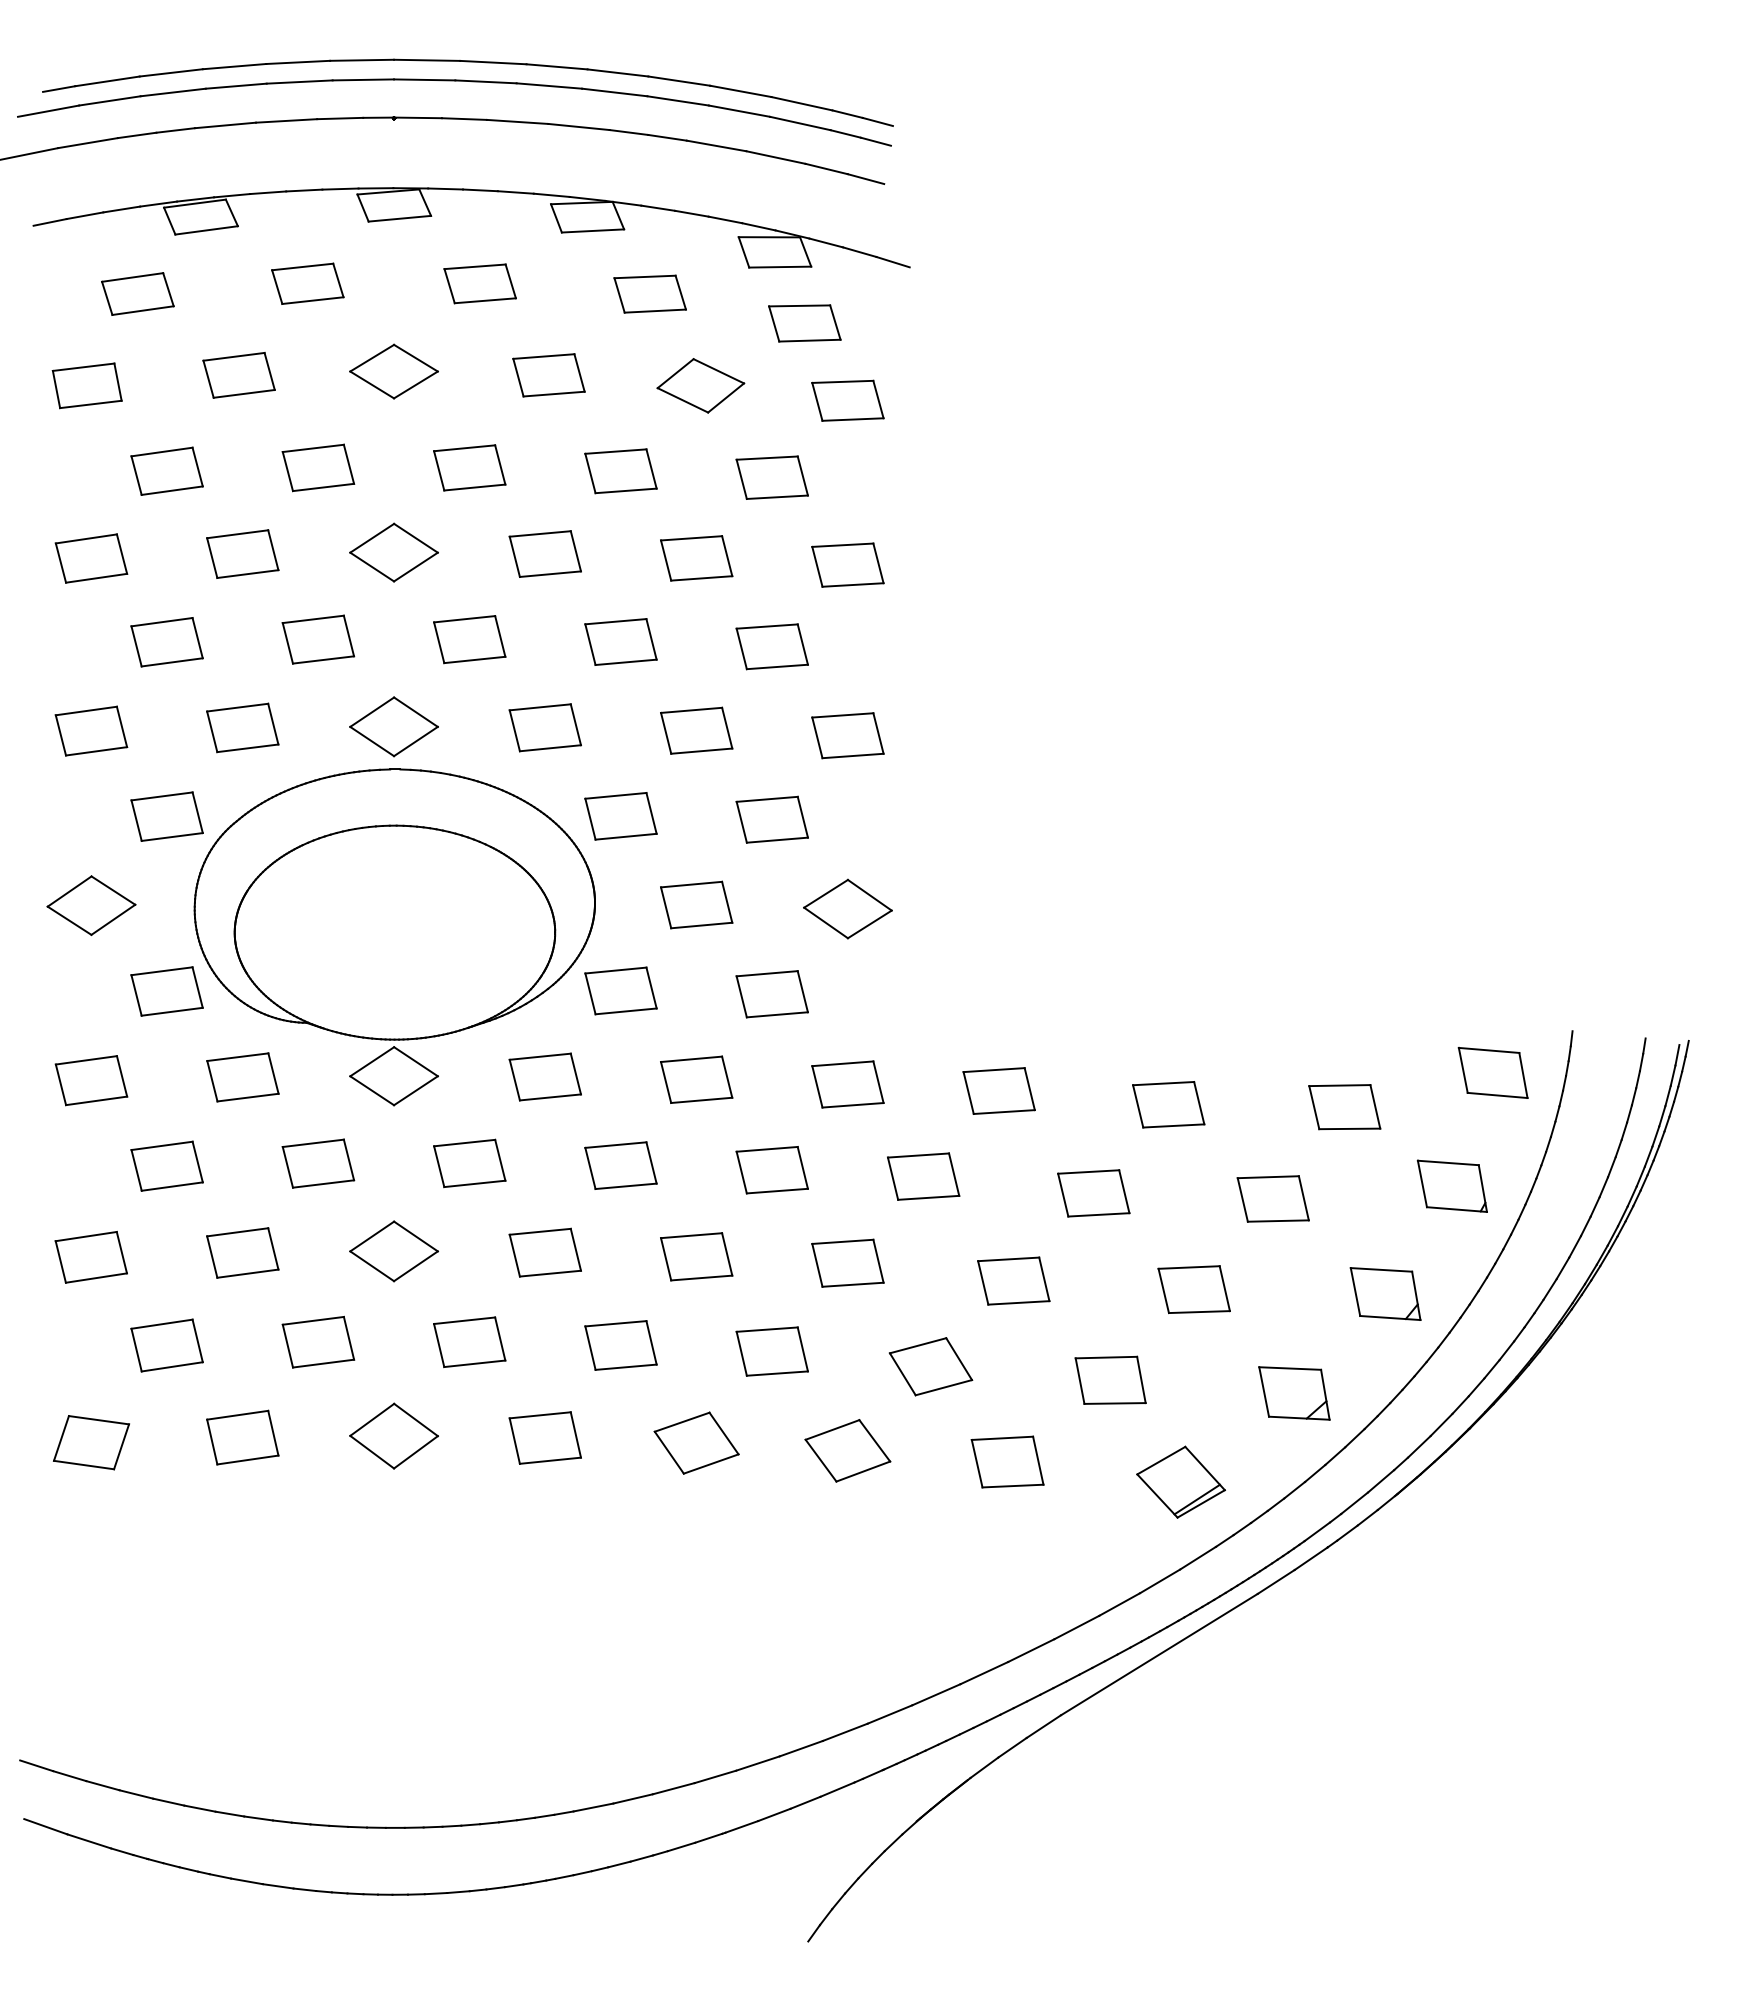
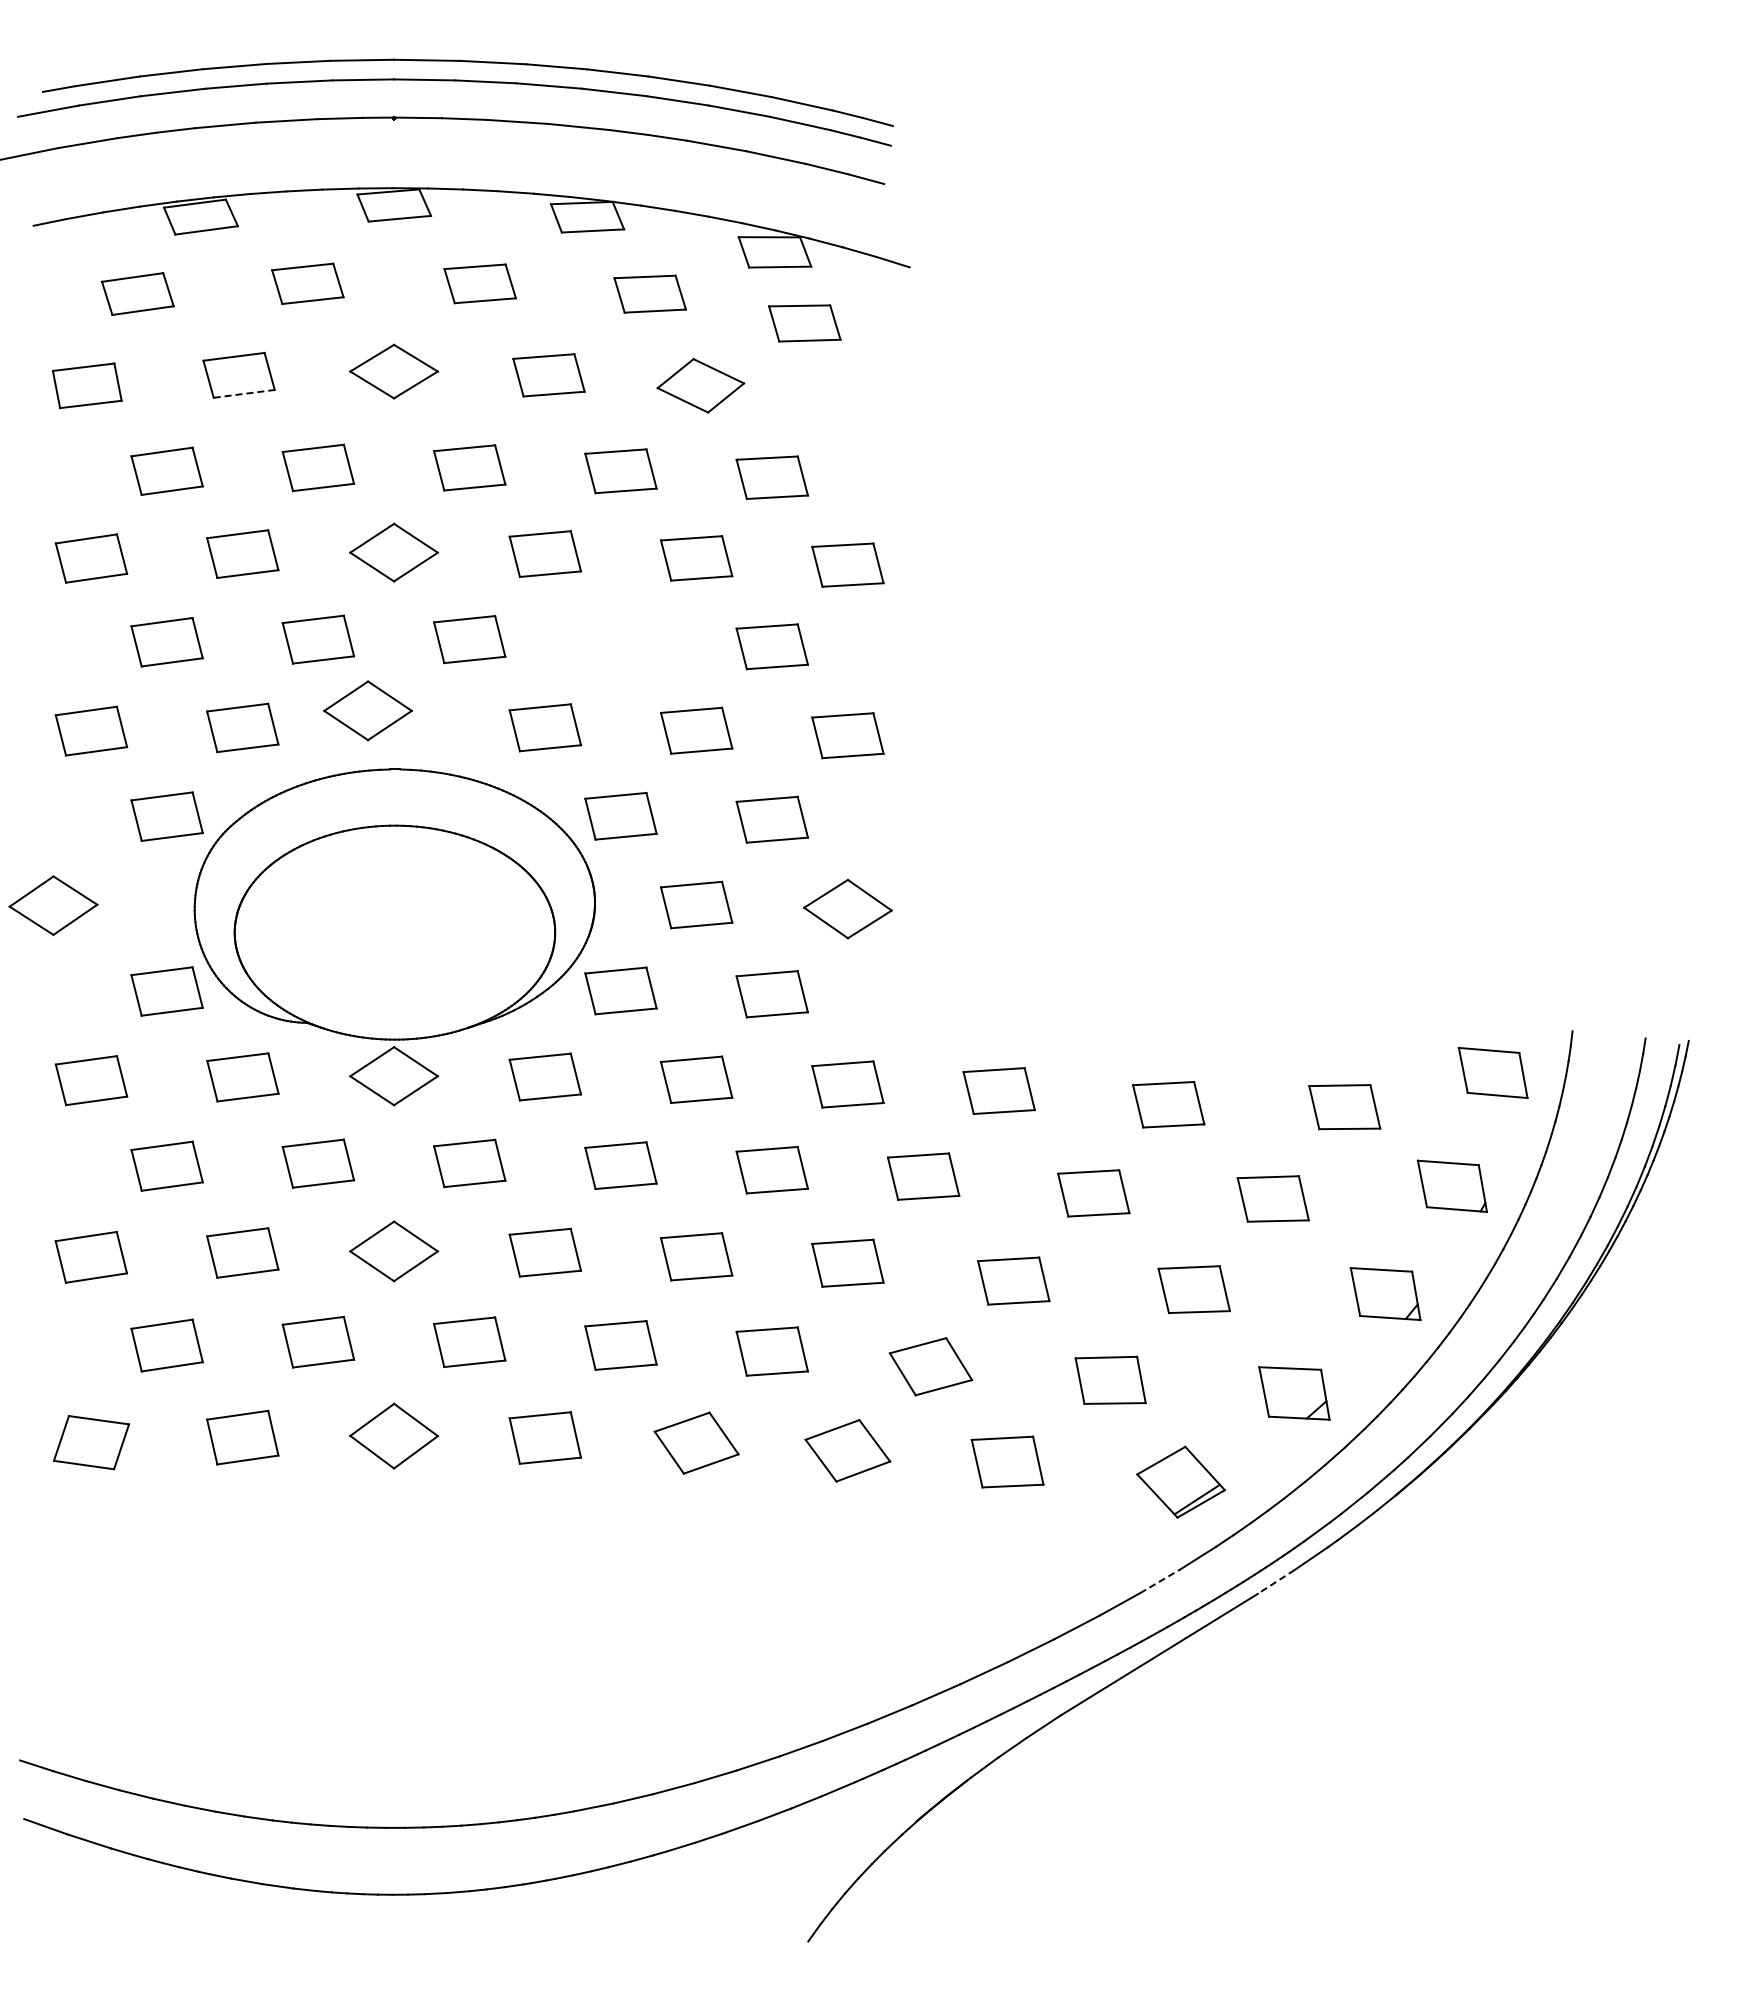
line at (244, 393): solid -> dashed
part at (847, 400): present -> none
part at (620, 641): present -> none
part at (393, 726) position: (393, 726) -> (367, 710)
part at (91, 905) position: (91, 905) -> (53, 905)
line at (1160, 1581): solid -> dashed
line at (1276, 1581): solid -> dashed
